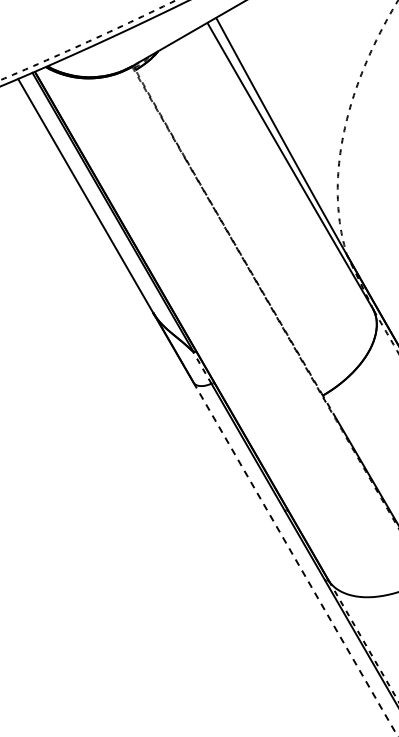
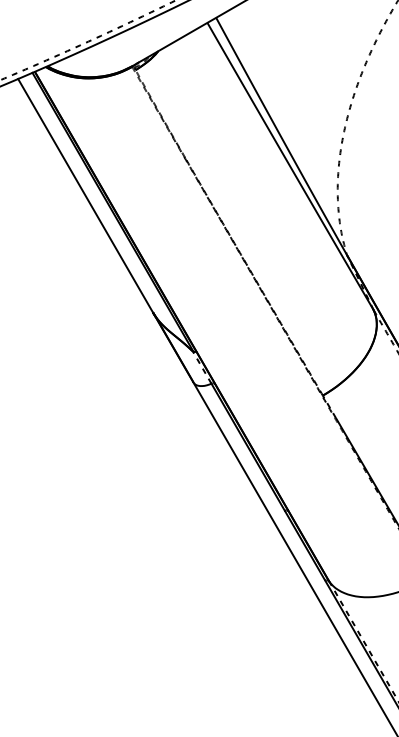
line at (295, 559): dashed -> solid
